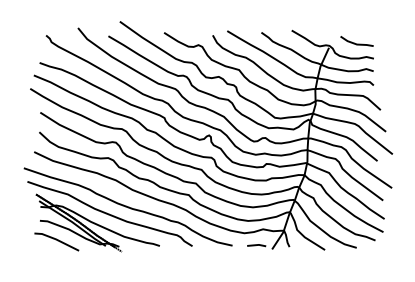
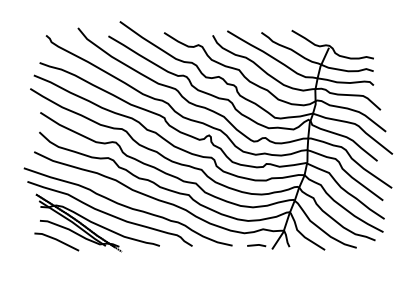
part at (356, 41): present -> none
